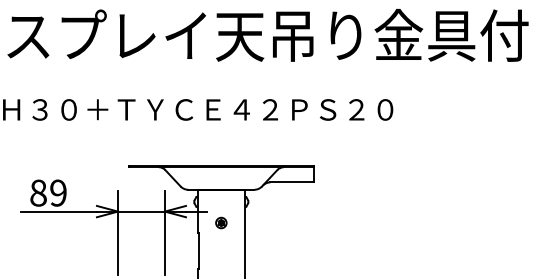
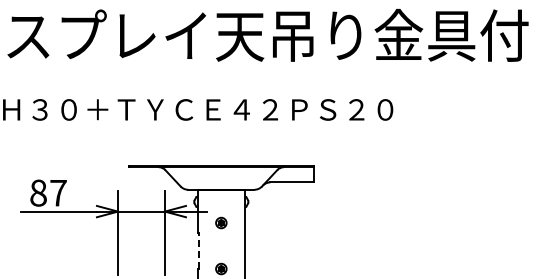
text at (58, 192): 89 -> 87
line at (199, 250): solid -> dashed
part at (221, 268): none -> present
